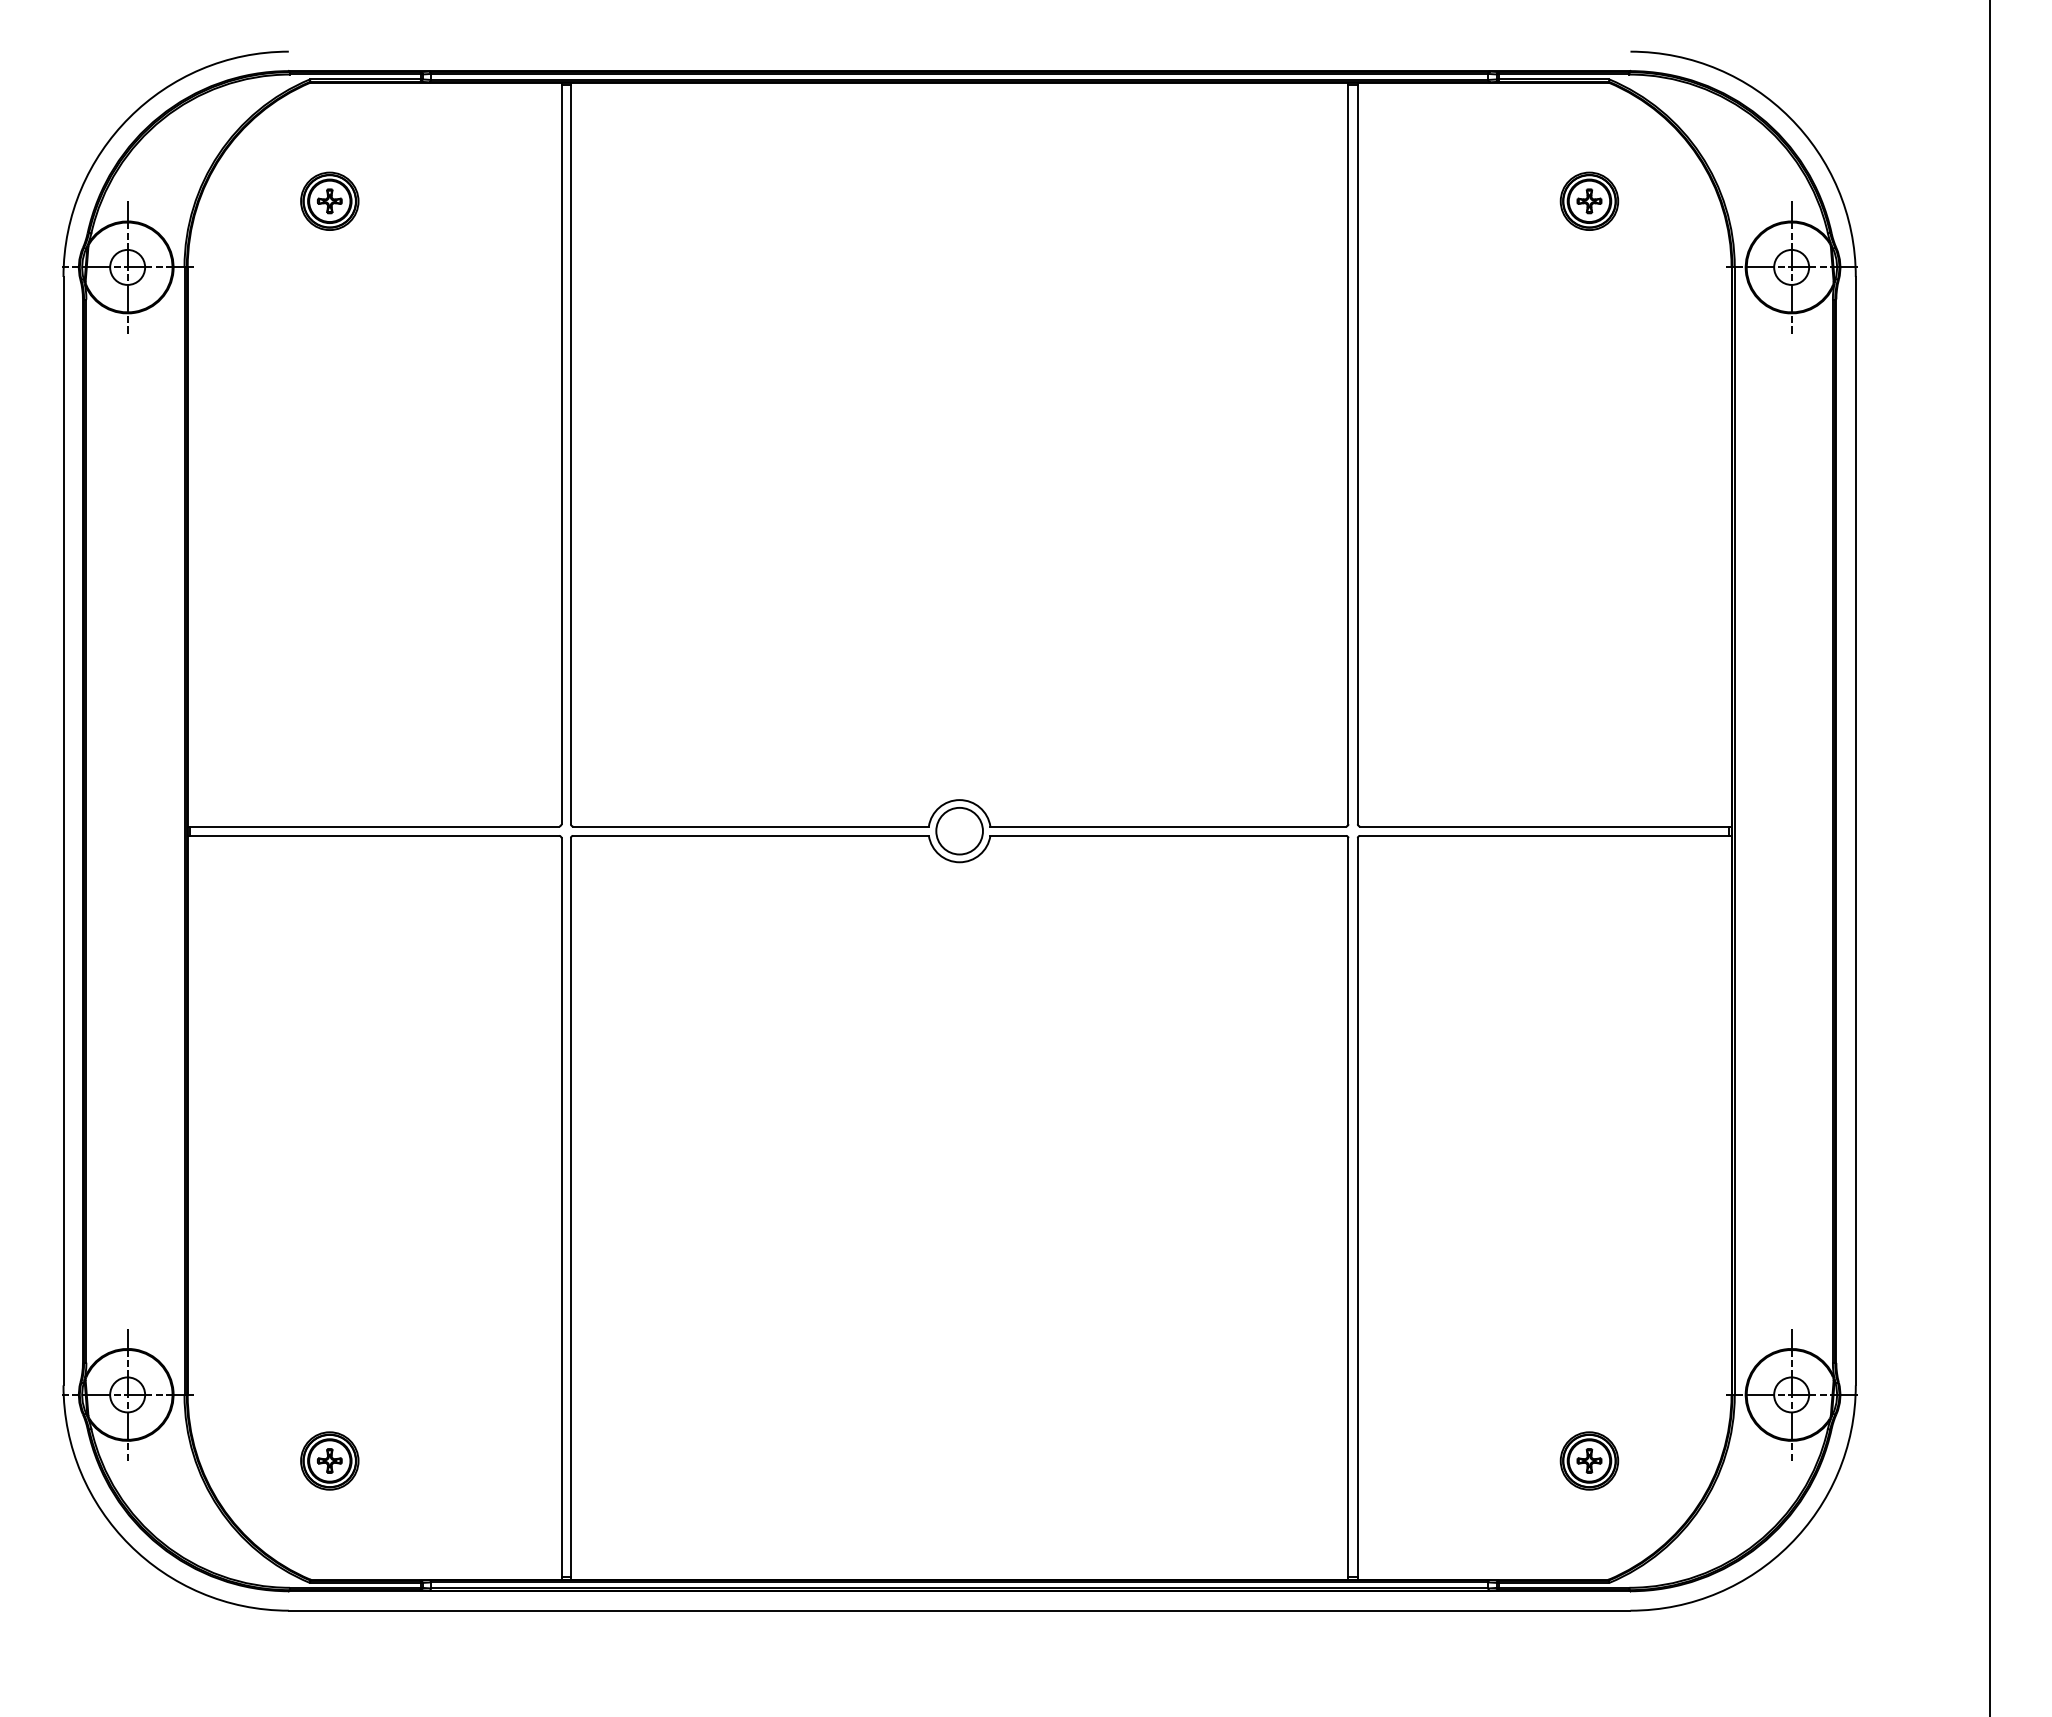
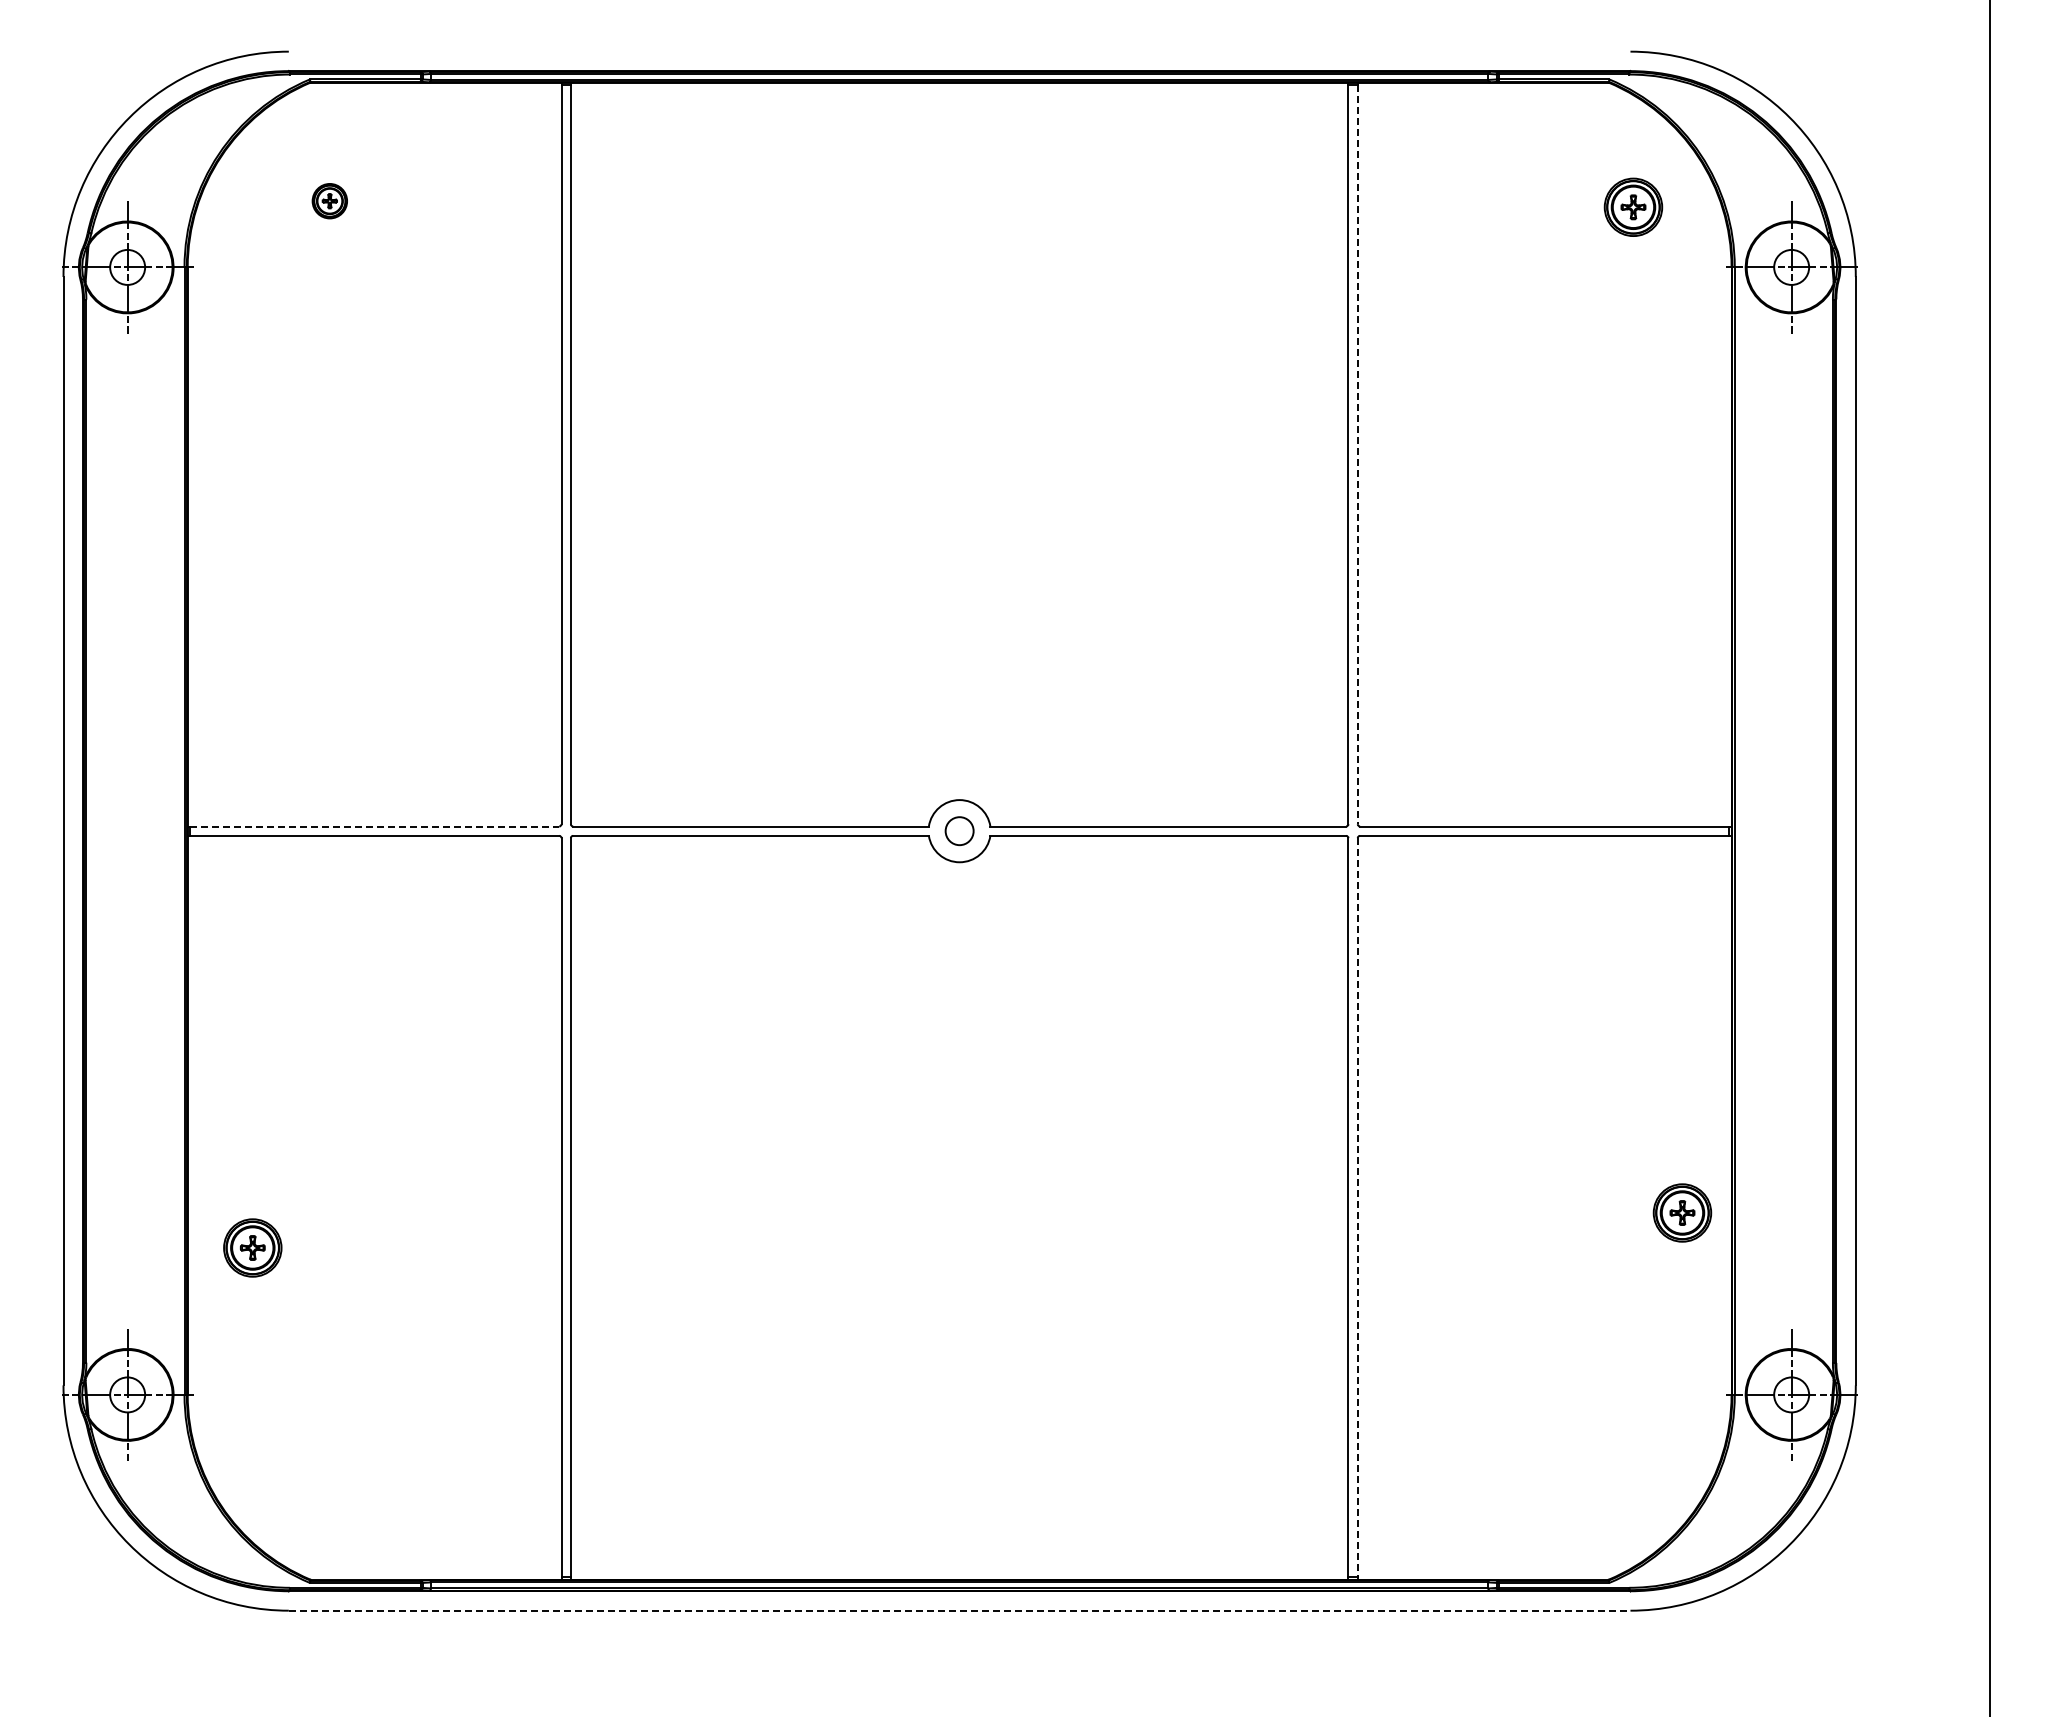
part at (329, 200) size: 60x60 px -> 37x37 px
part at (1589, 200) position: (1589, 200) -> (1633, 206)
line at (1357, 454): solid -> dashed
line at (374, 826): solid -> dashed
circle at (959, 830) diameter: 47 px -> 28 px
line at (1357, 1207): solid -> dashed
part at (329, 1460) position: (329, 1460) -> (252, 1247)
part at (1589, 1460) position: (1589, 1460) -> (1682, 1212)
line at (959, 1610): solid -> dashed
